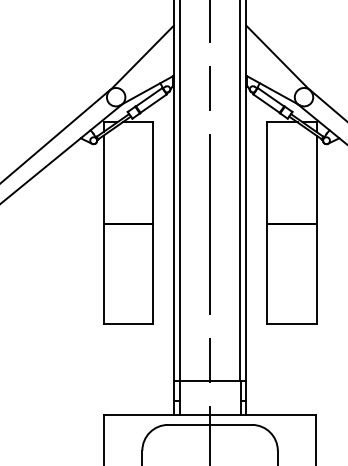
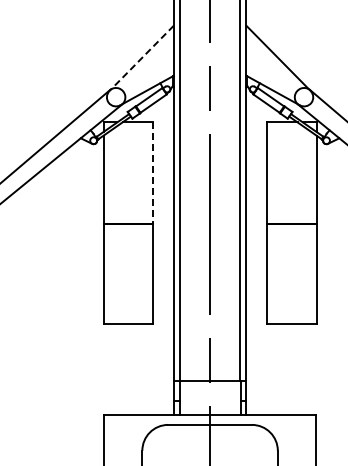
line at (141, 58): solid -> dashed
line at (153, 173): solid -> dashed
